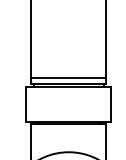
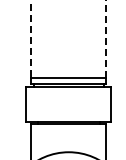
line at (31, 39): solid -> dashed
line at (106, 39): solid -> dashed
